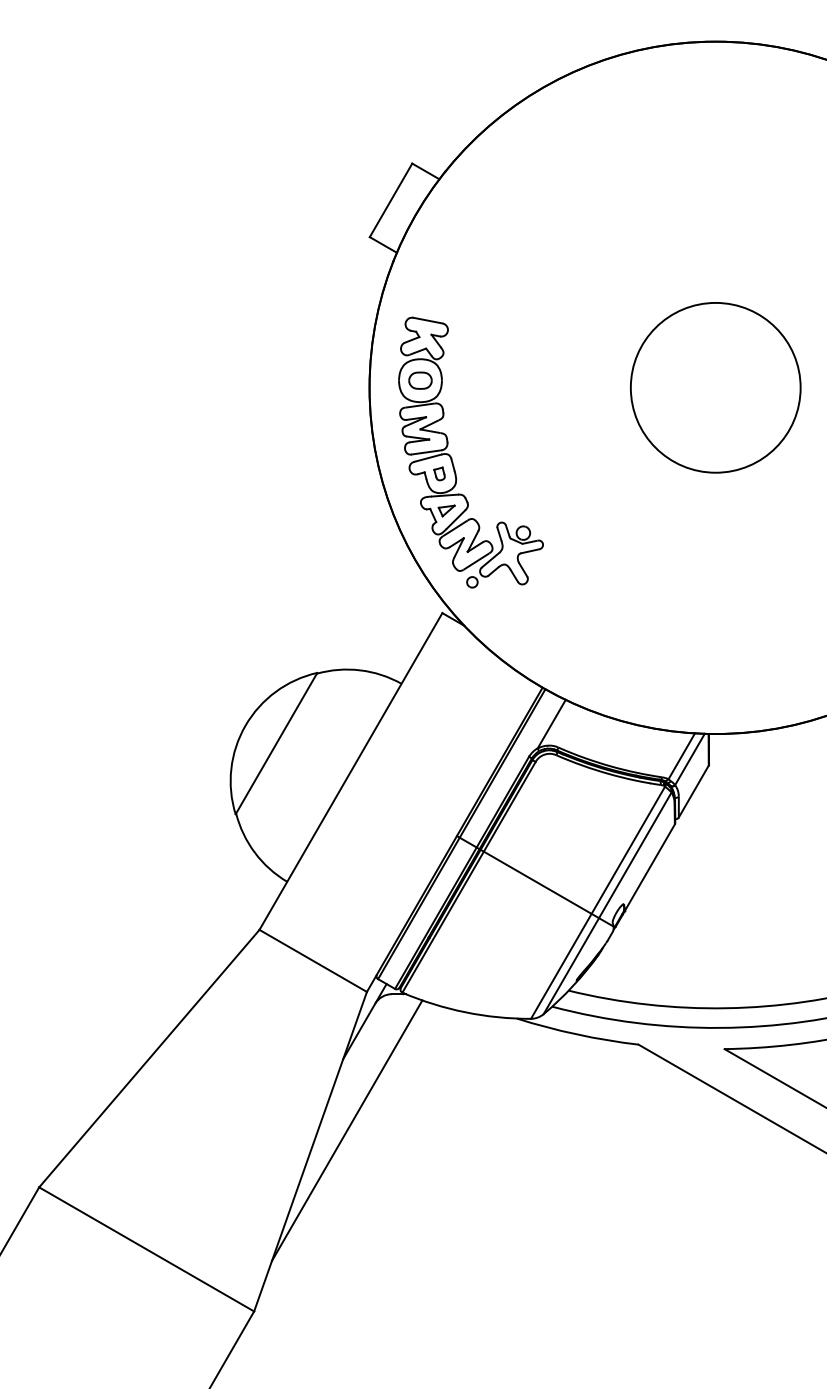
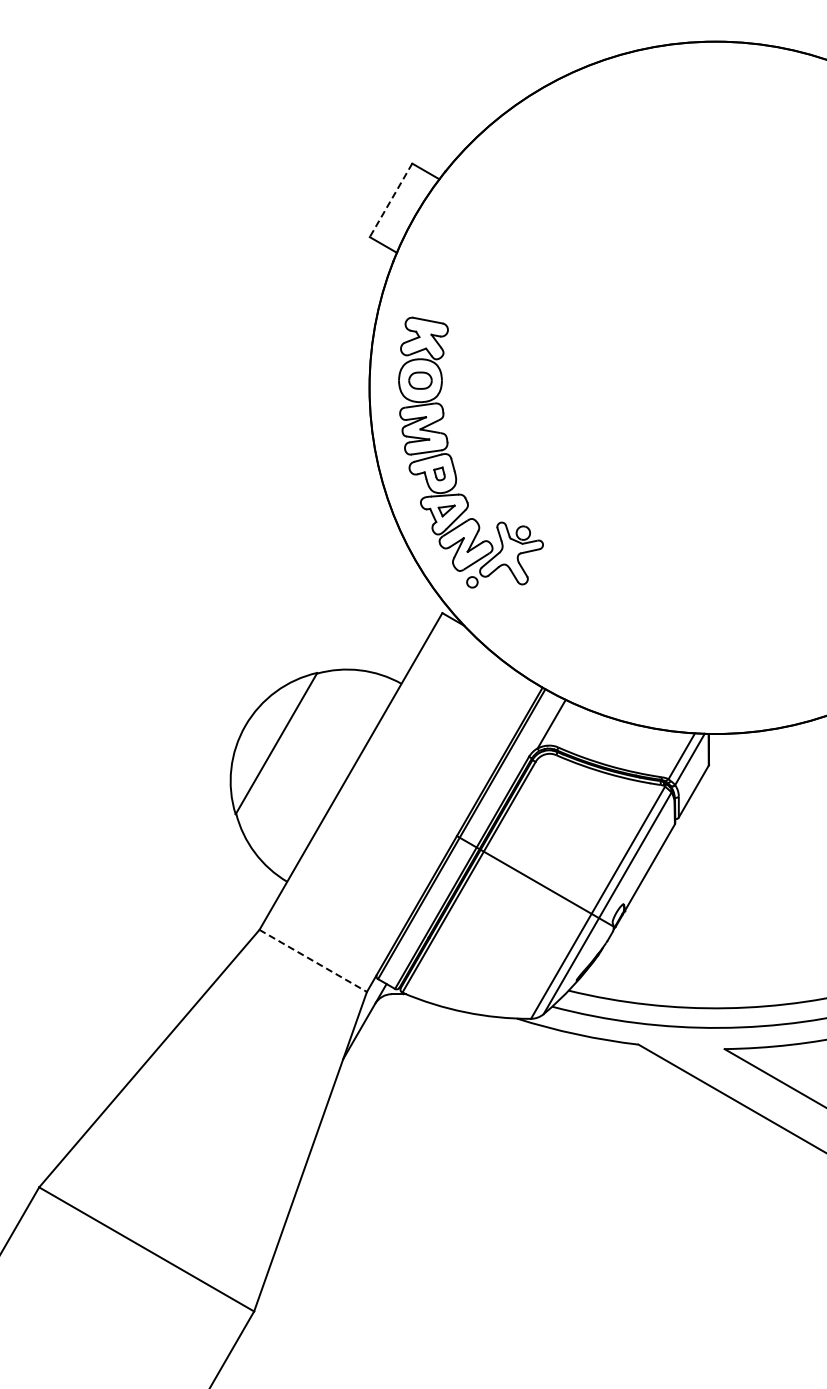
line at (390, 200): solid -> dashed
circle at (715, 387): present -> none
line at (313, 961): solid -> dashed
line at (346, 1130): present -> none
